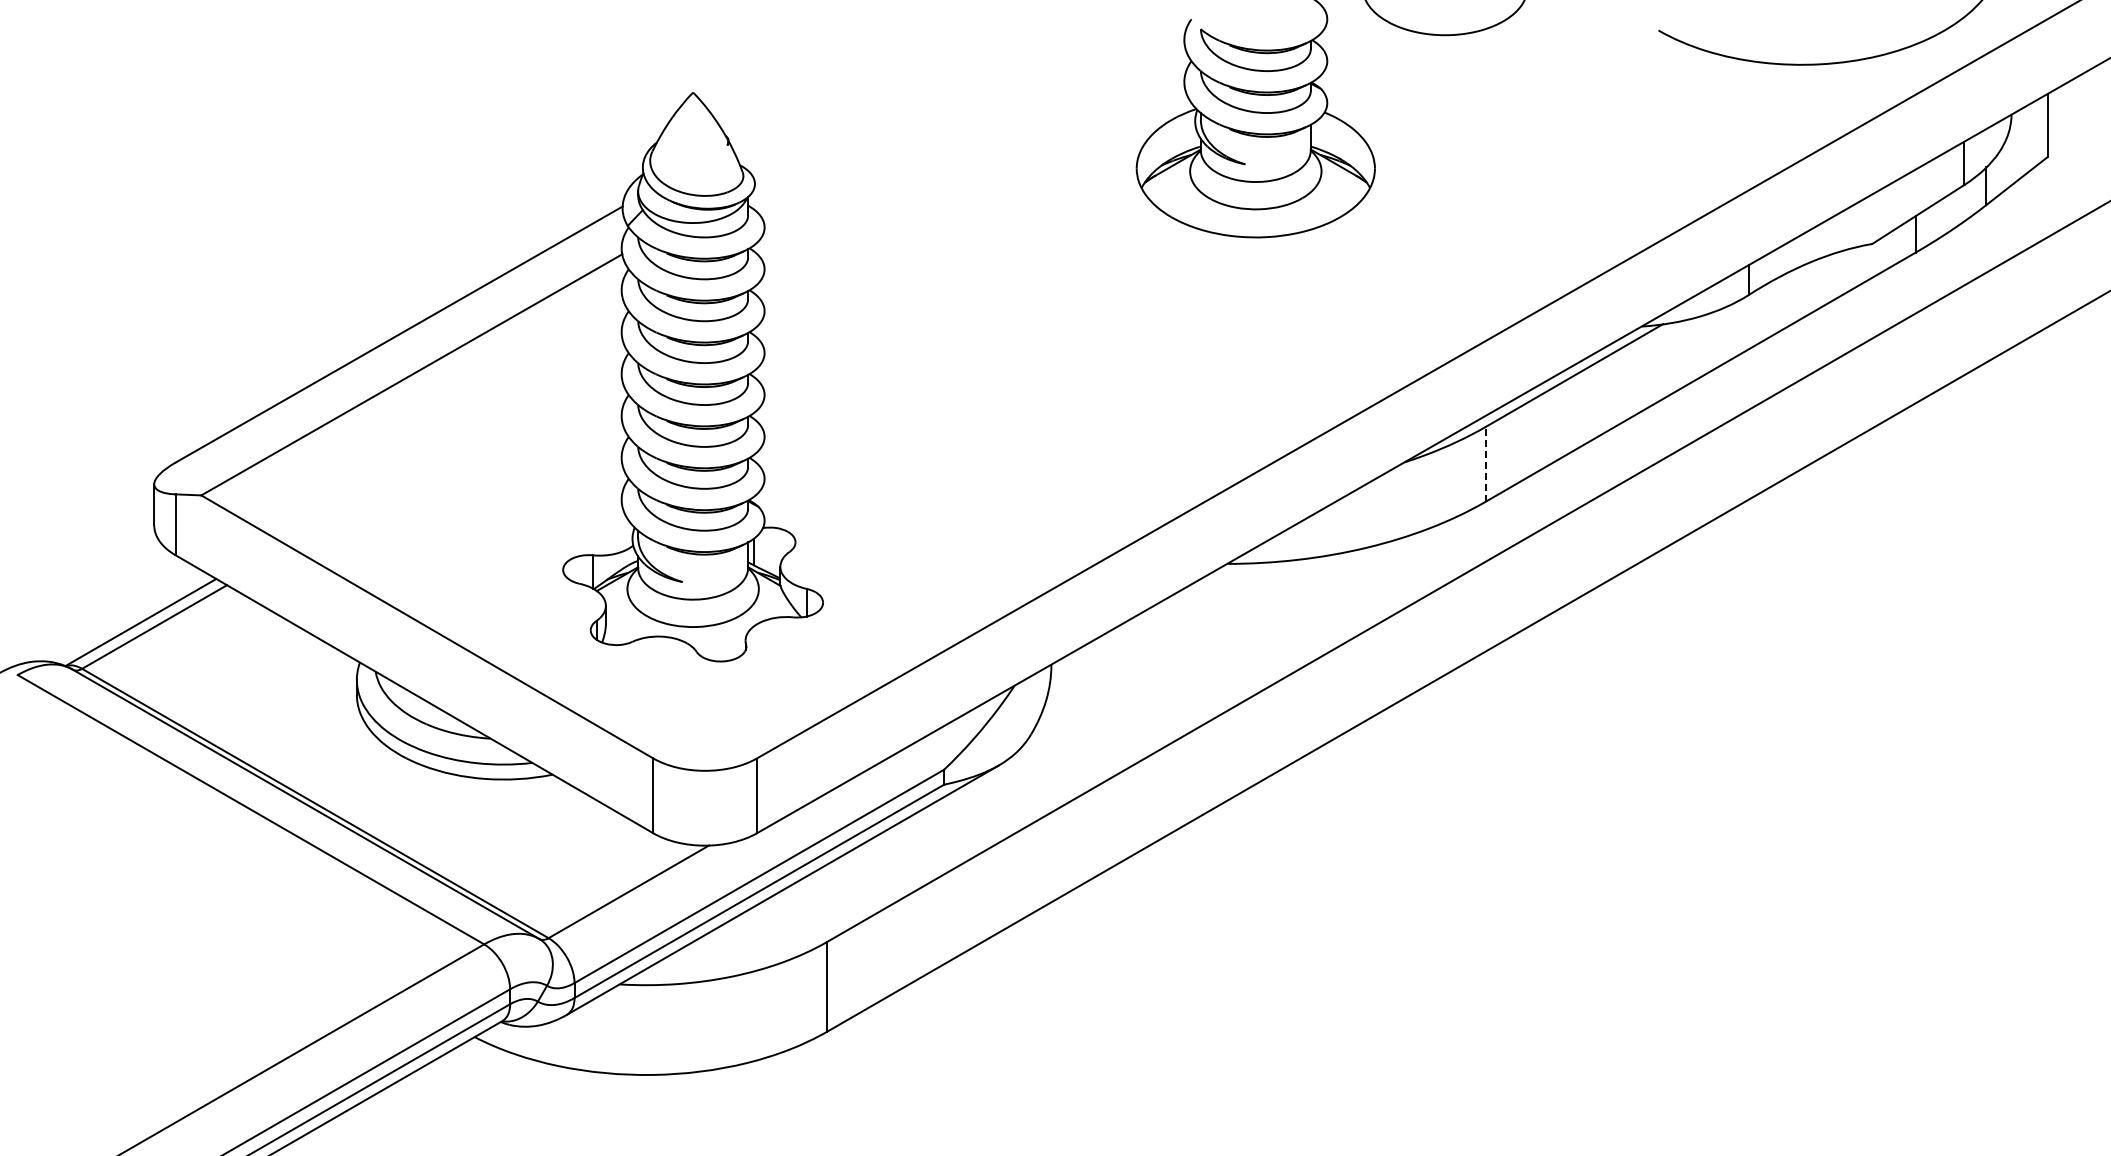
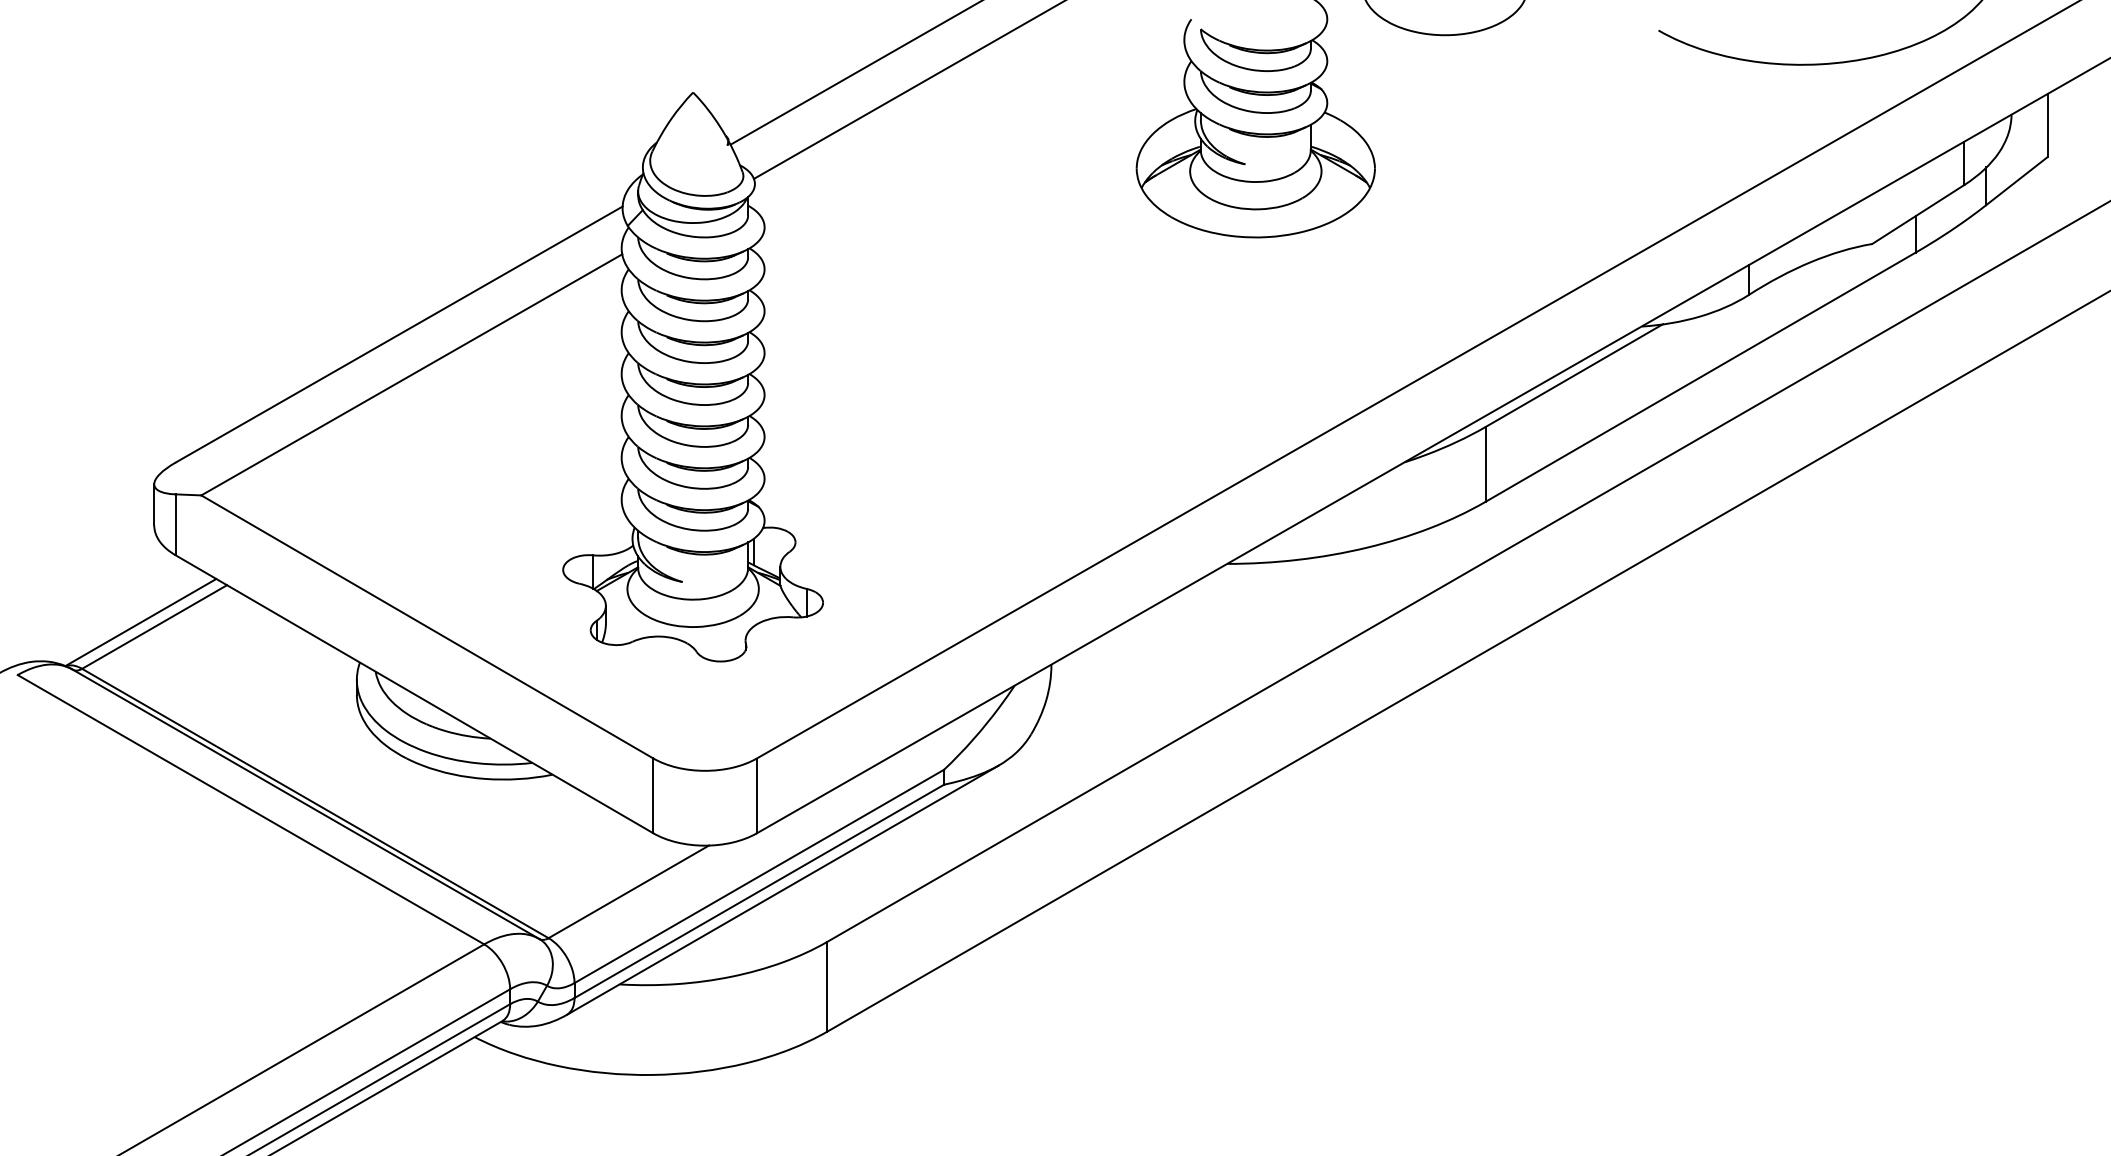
line at (854, 73): none -> present
line at (907, 90): none -> present
line at (1485, 463): dashed -> solid
